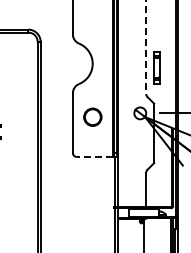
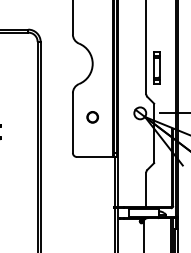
line at (146, 47): dashed -> solid
circle at (92, 116) size: 20x20 px -> 13x13 px
line at (94, 156): dashed -> solid
